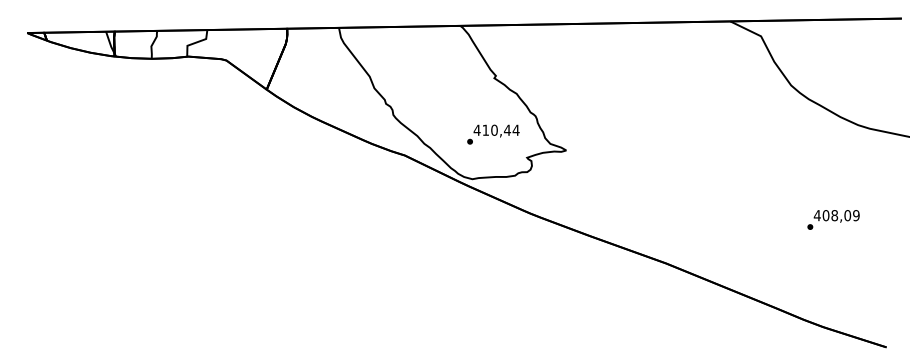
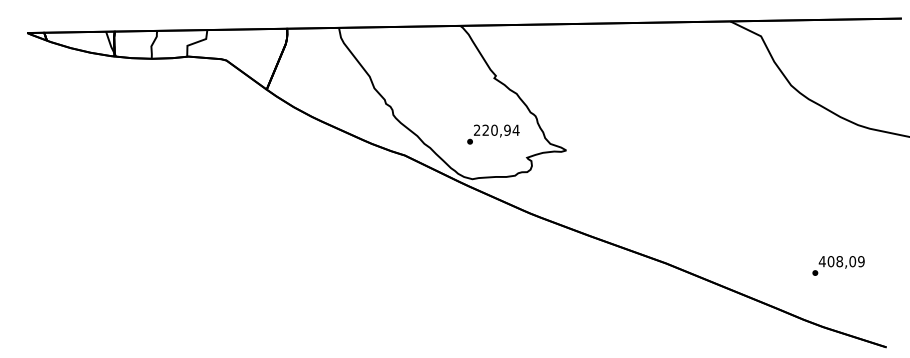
text at (492, 129): 410,44 -> 220,94
text at (833, 219) position: (833, 219) -> (838, 265)
